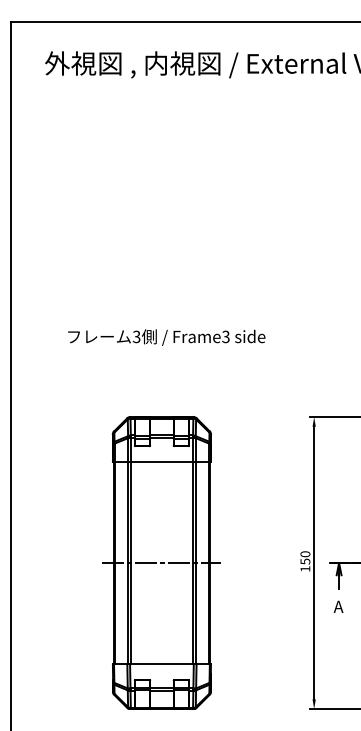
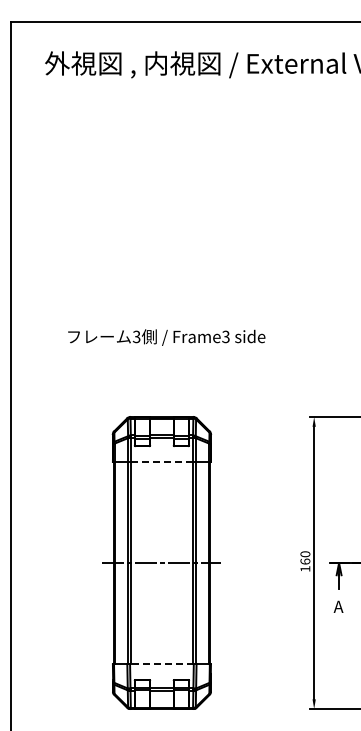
line at (161, 461): solid -> dashed
text at (305, 561): 150 -> 160
line at (161, 664): solid -> dashed
